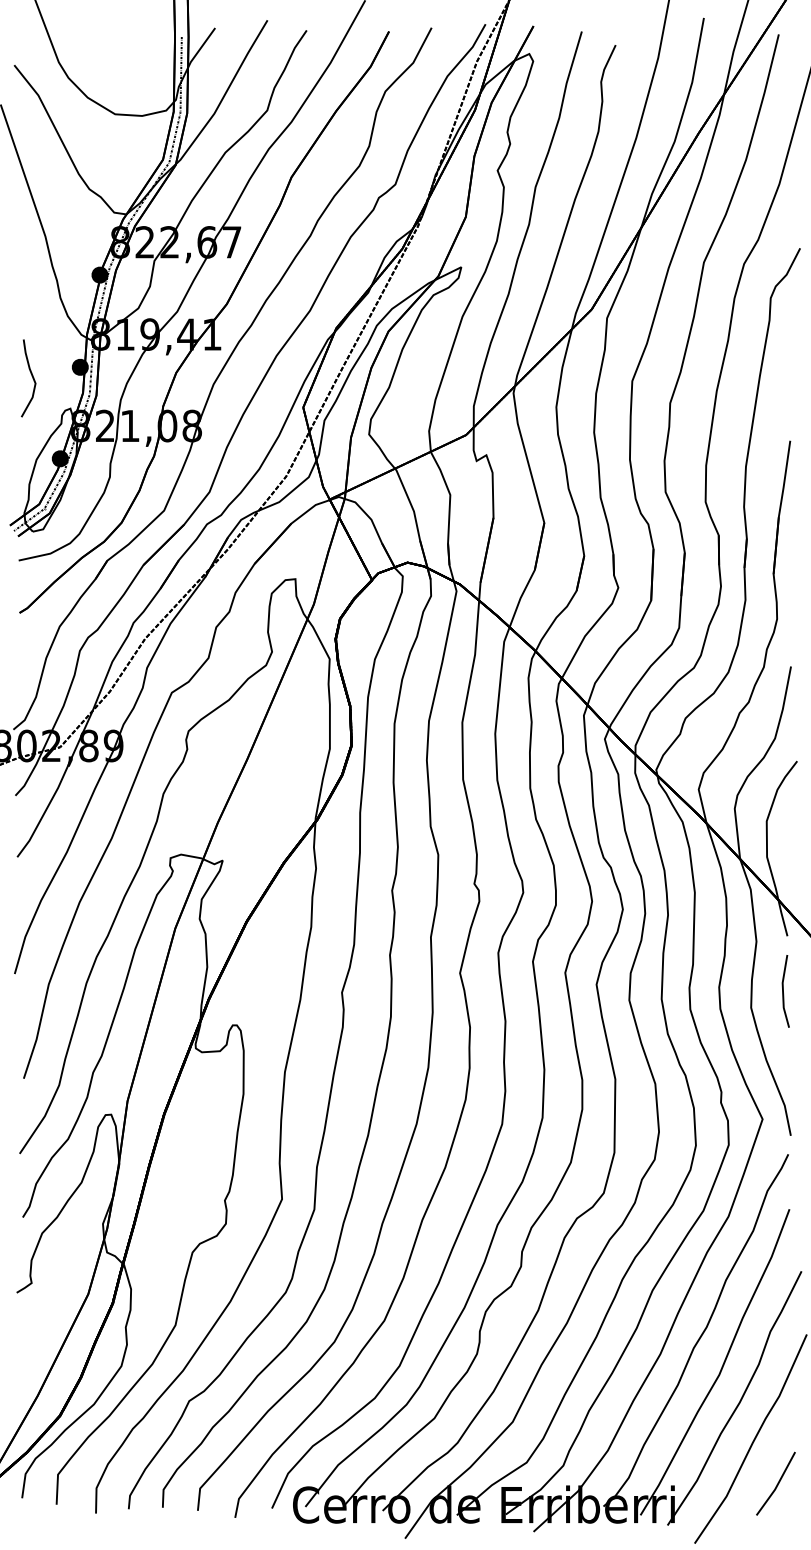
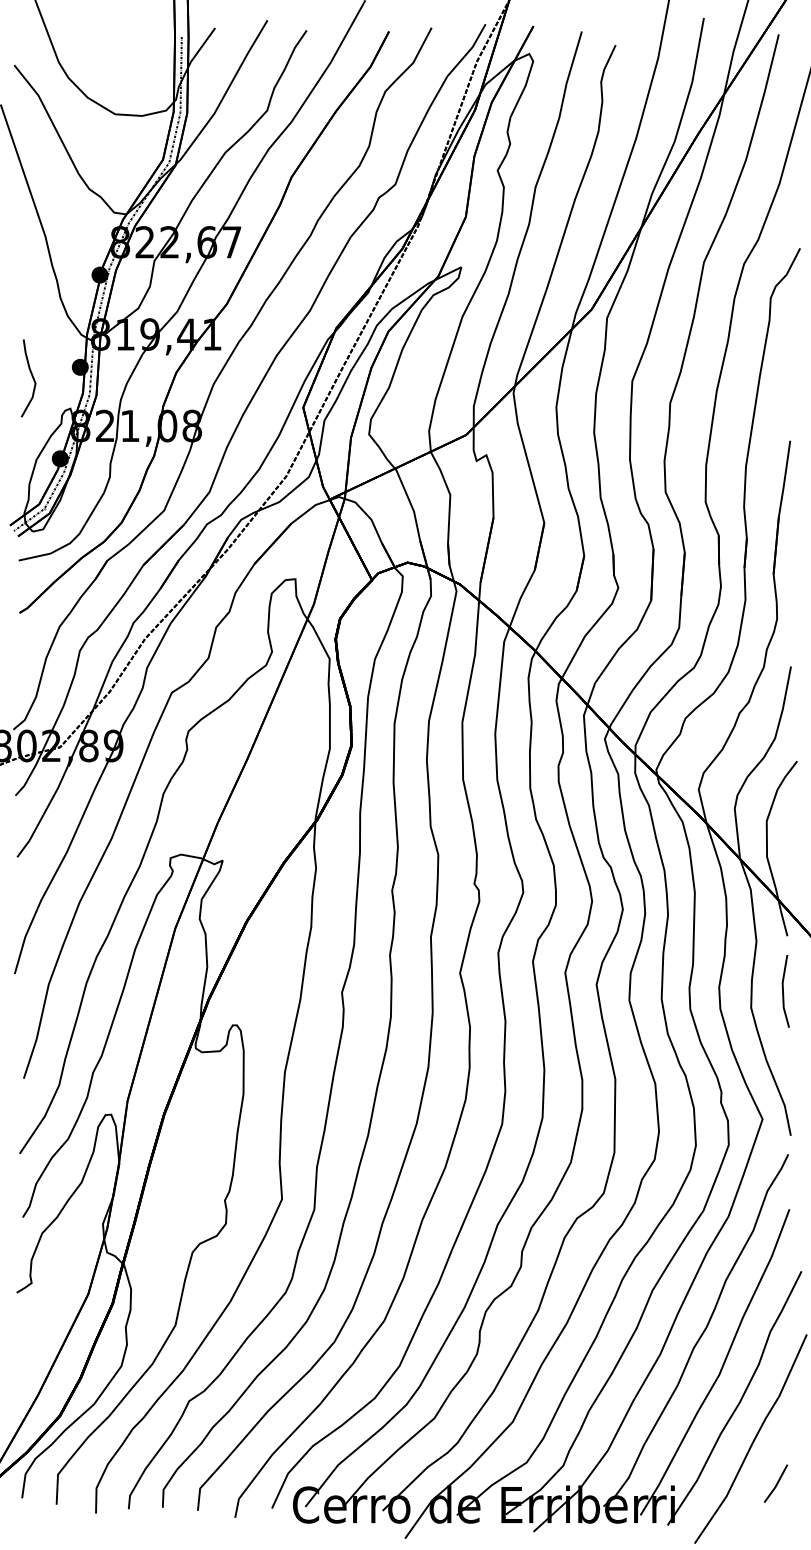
part at (775, 1483) size: 40x65 px -> 25x39 px
